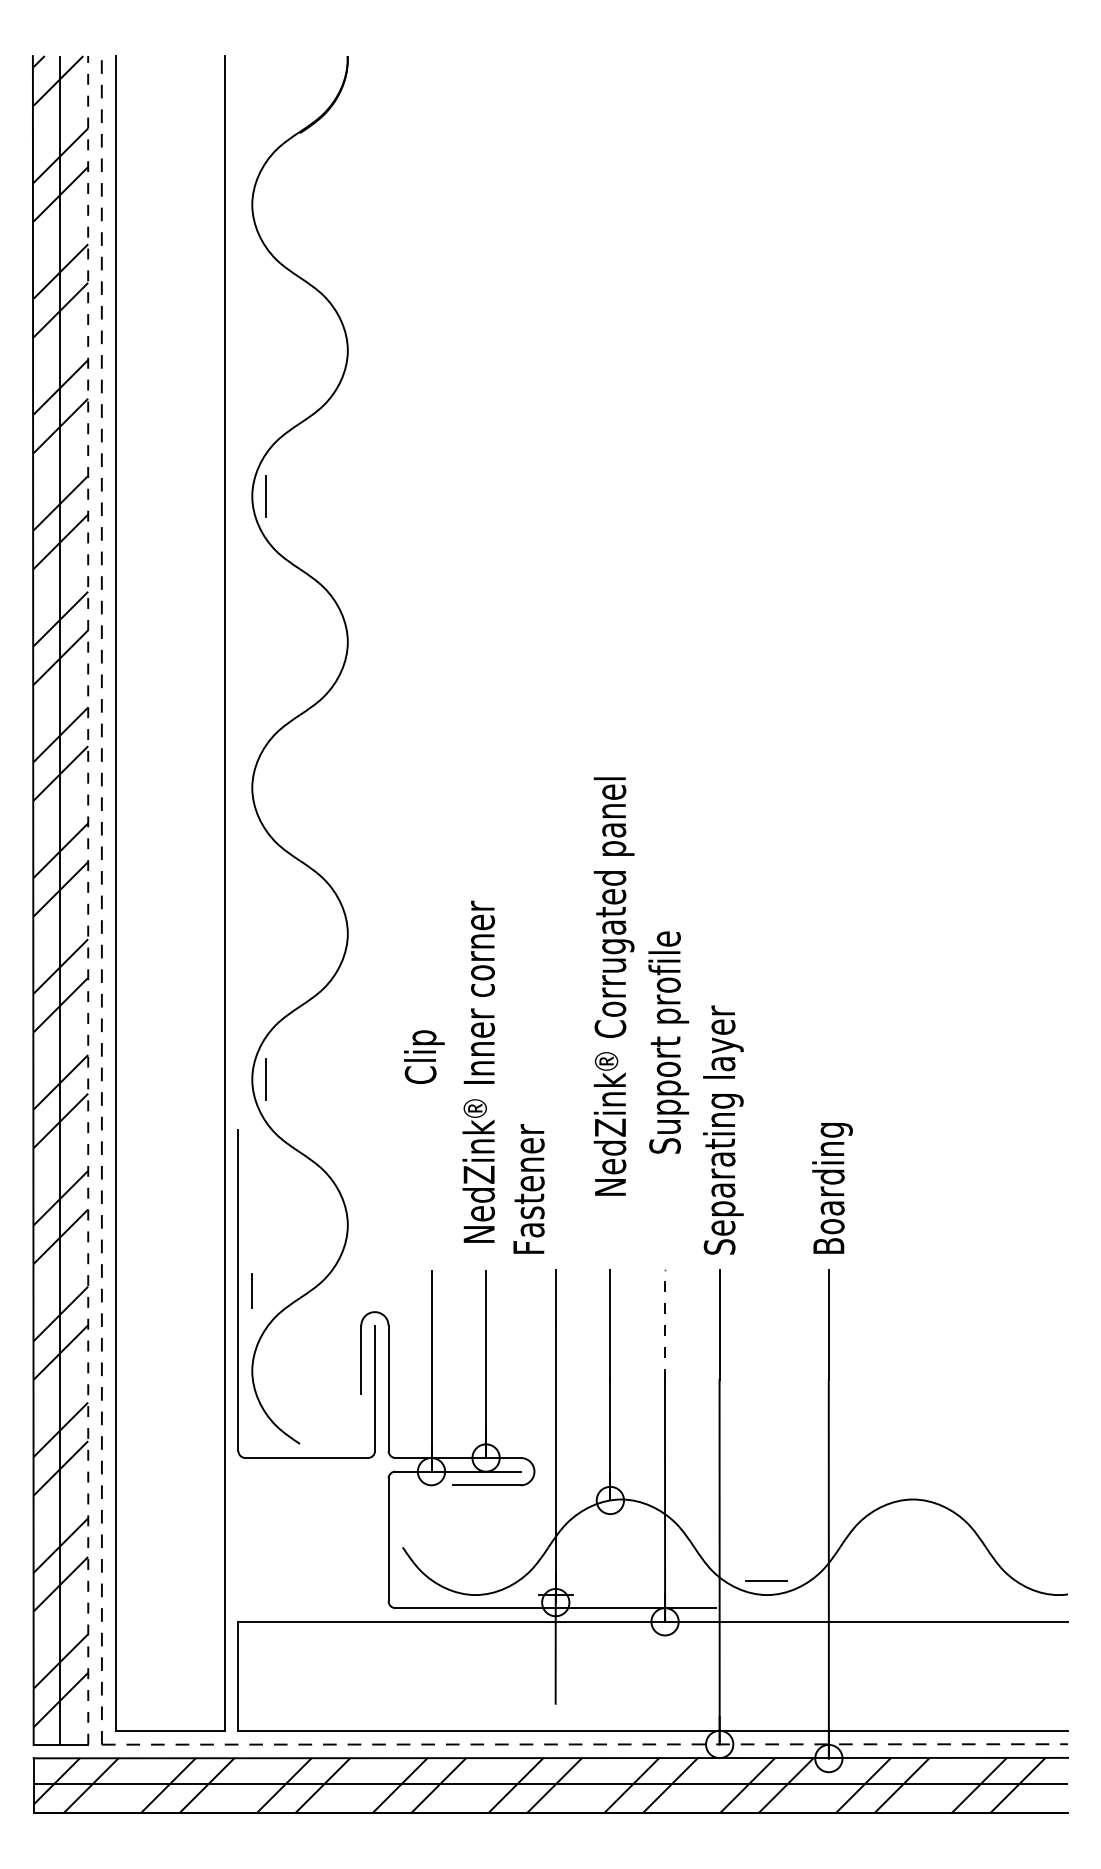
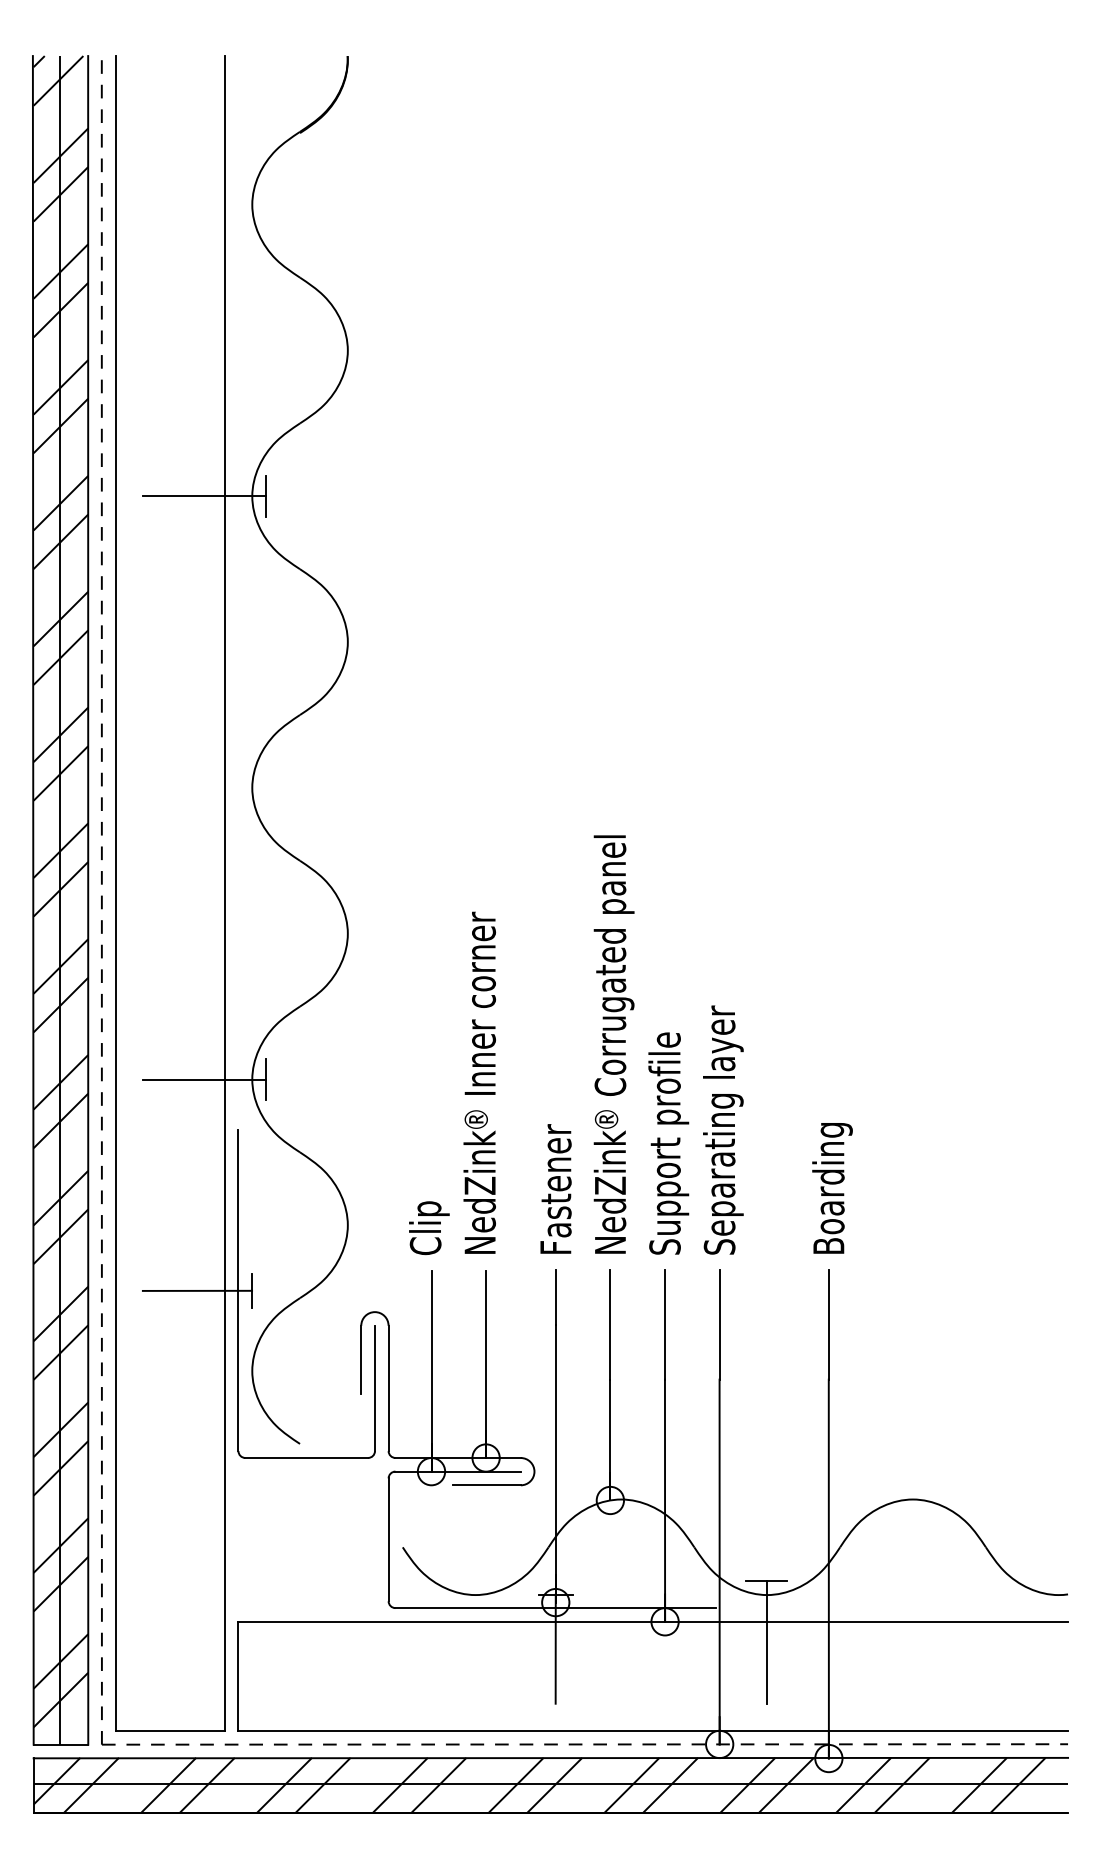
line at (203, 496): none -> present
line at (88, 899): dashed -> solid
text at (613, 986) position: (613, 986) -> (613, 1044)
text at (668, 1042) position: (668, 1042) -> (668, 1143)
text at (424, 1057) position: (424, 1057) -> (429, 1228)
text at (478, 1071) position: (478, 1071) -> (479, 1082)
line at (203, 1079): none -> present
text at (528, 1188) position: (528, 1188) -> (555, 1188)
line at (197, 1290): none -> present
line at (664, 1325): dashed -> solid
line at (766, 1641): none -> present
